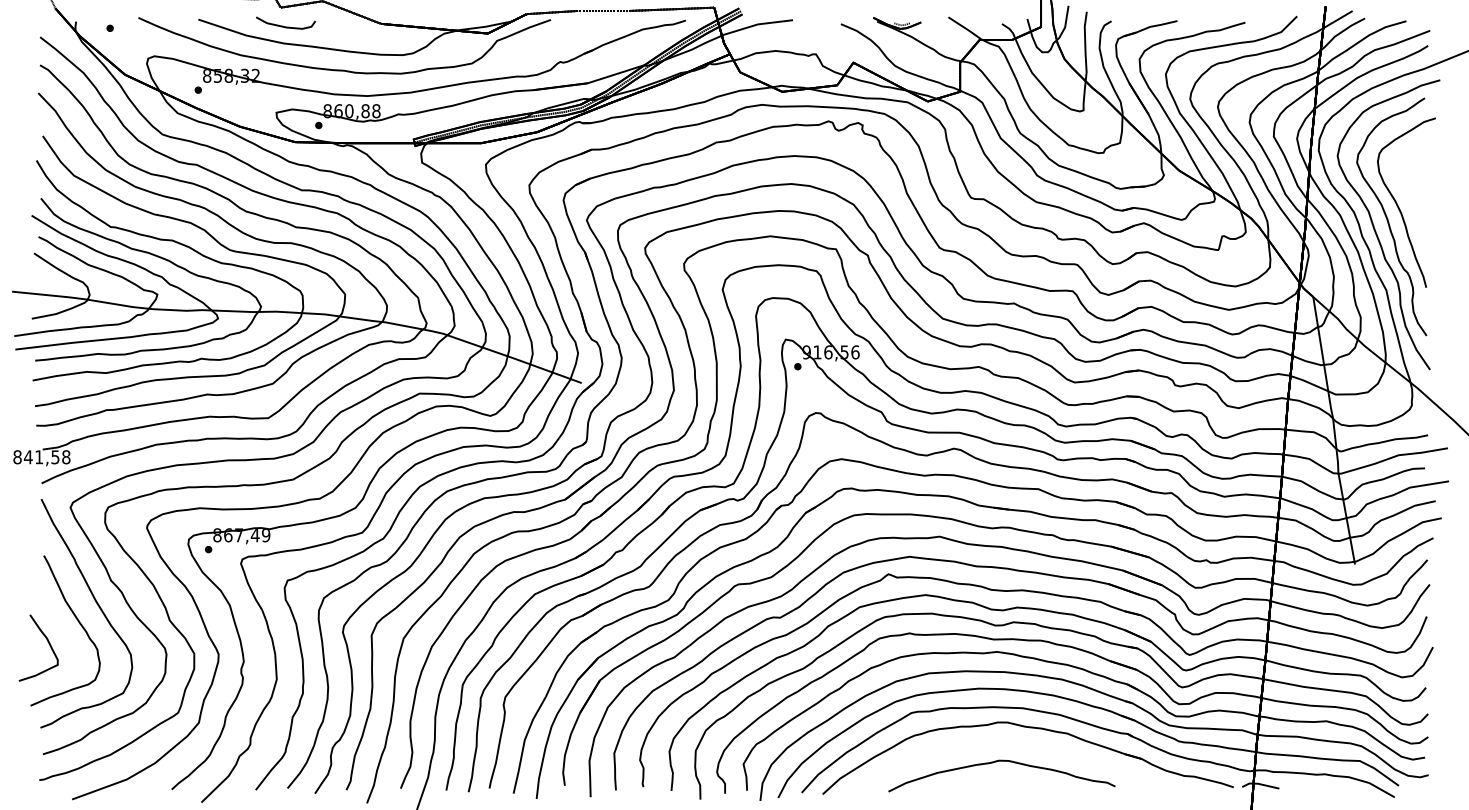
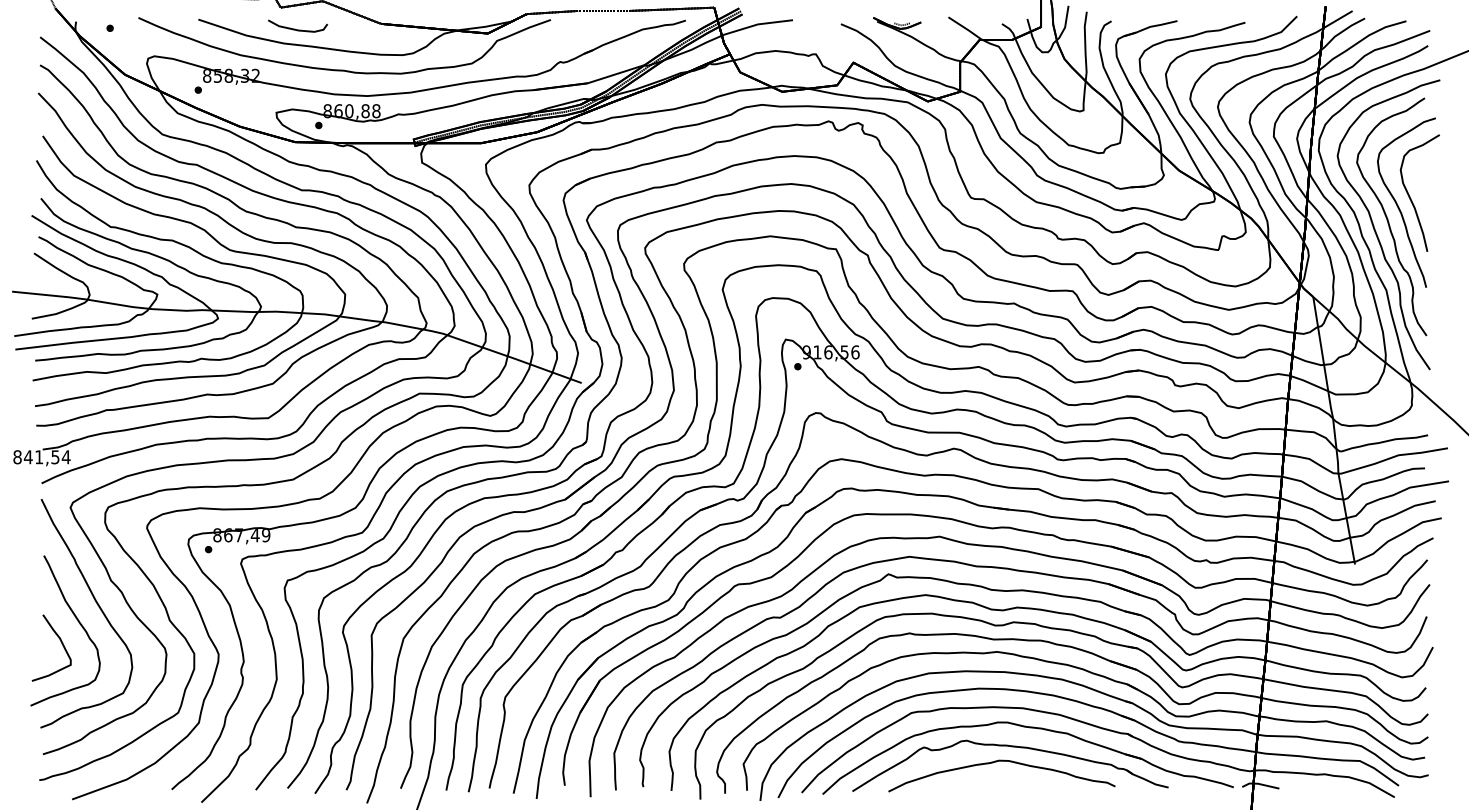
curve at (286, 26) position: (286, 26) -> (298, 29)
curve at (1410, 196): none -> present
text at (65, 457): 841,58 -> 841,54
curve at (48, 643) position: (48, 643) -> (61, 643)
part at (1011, 747): none -> present
